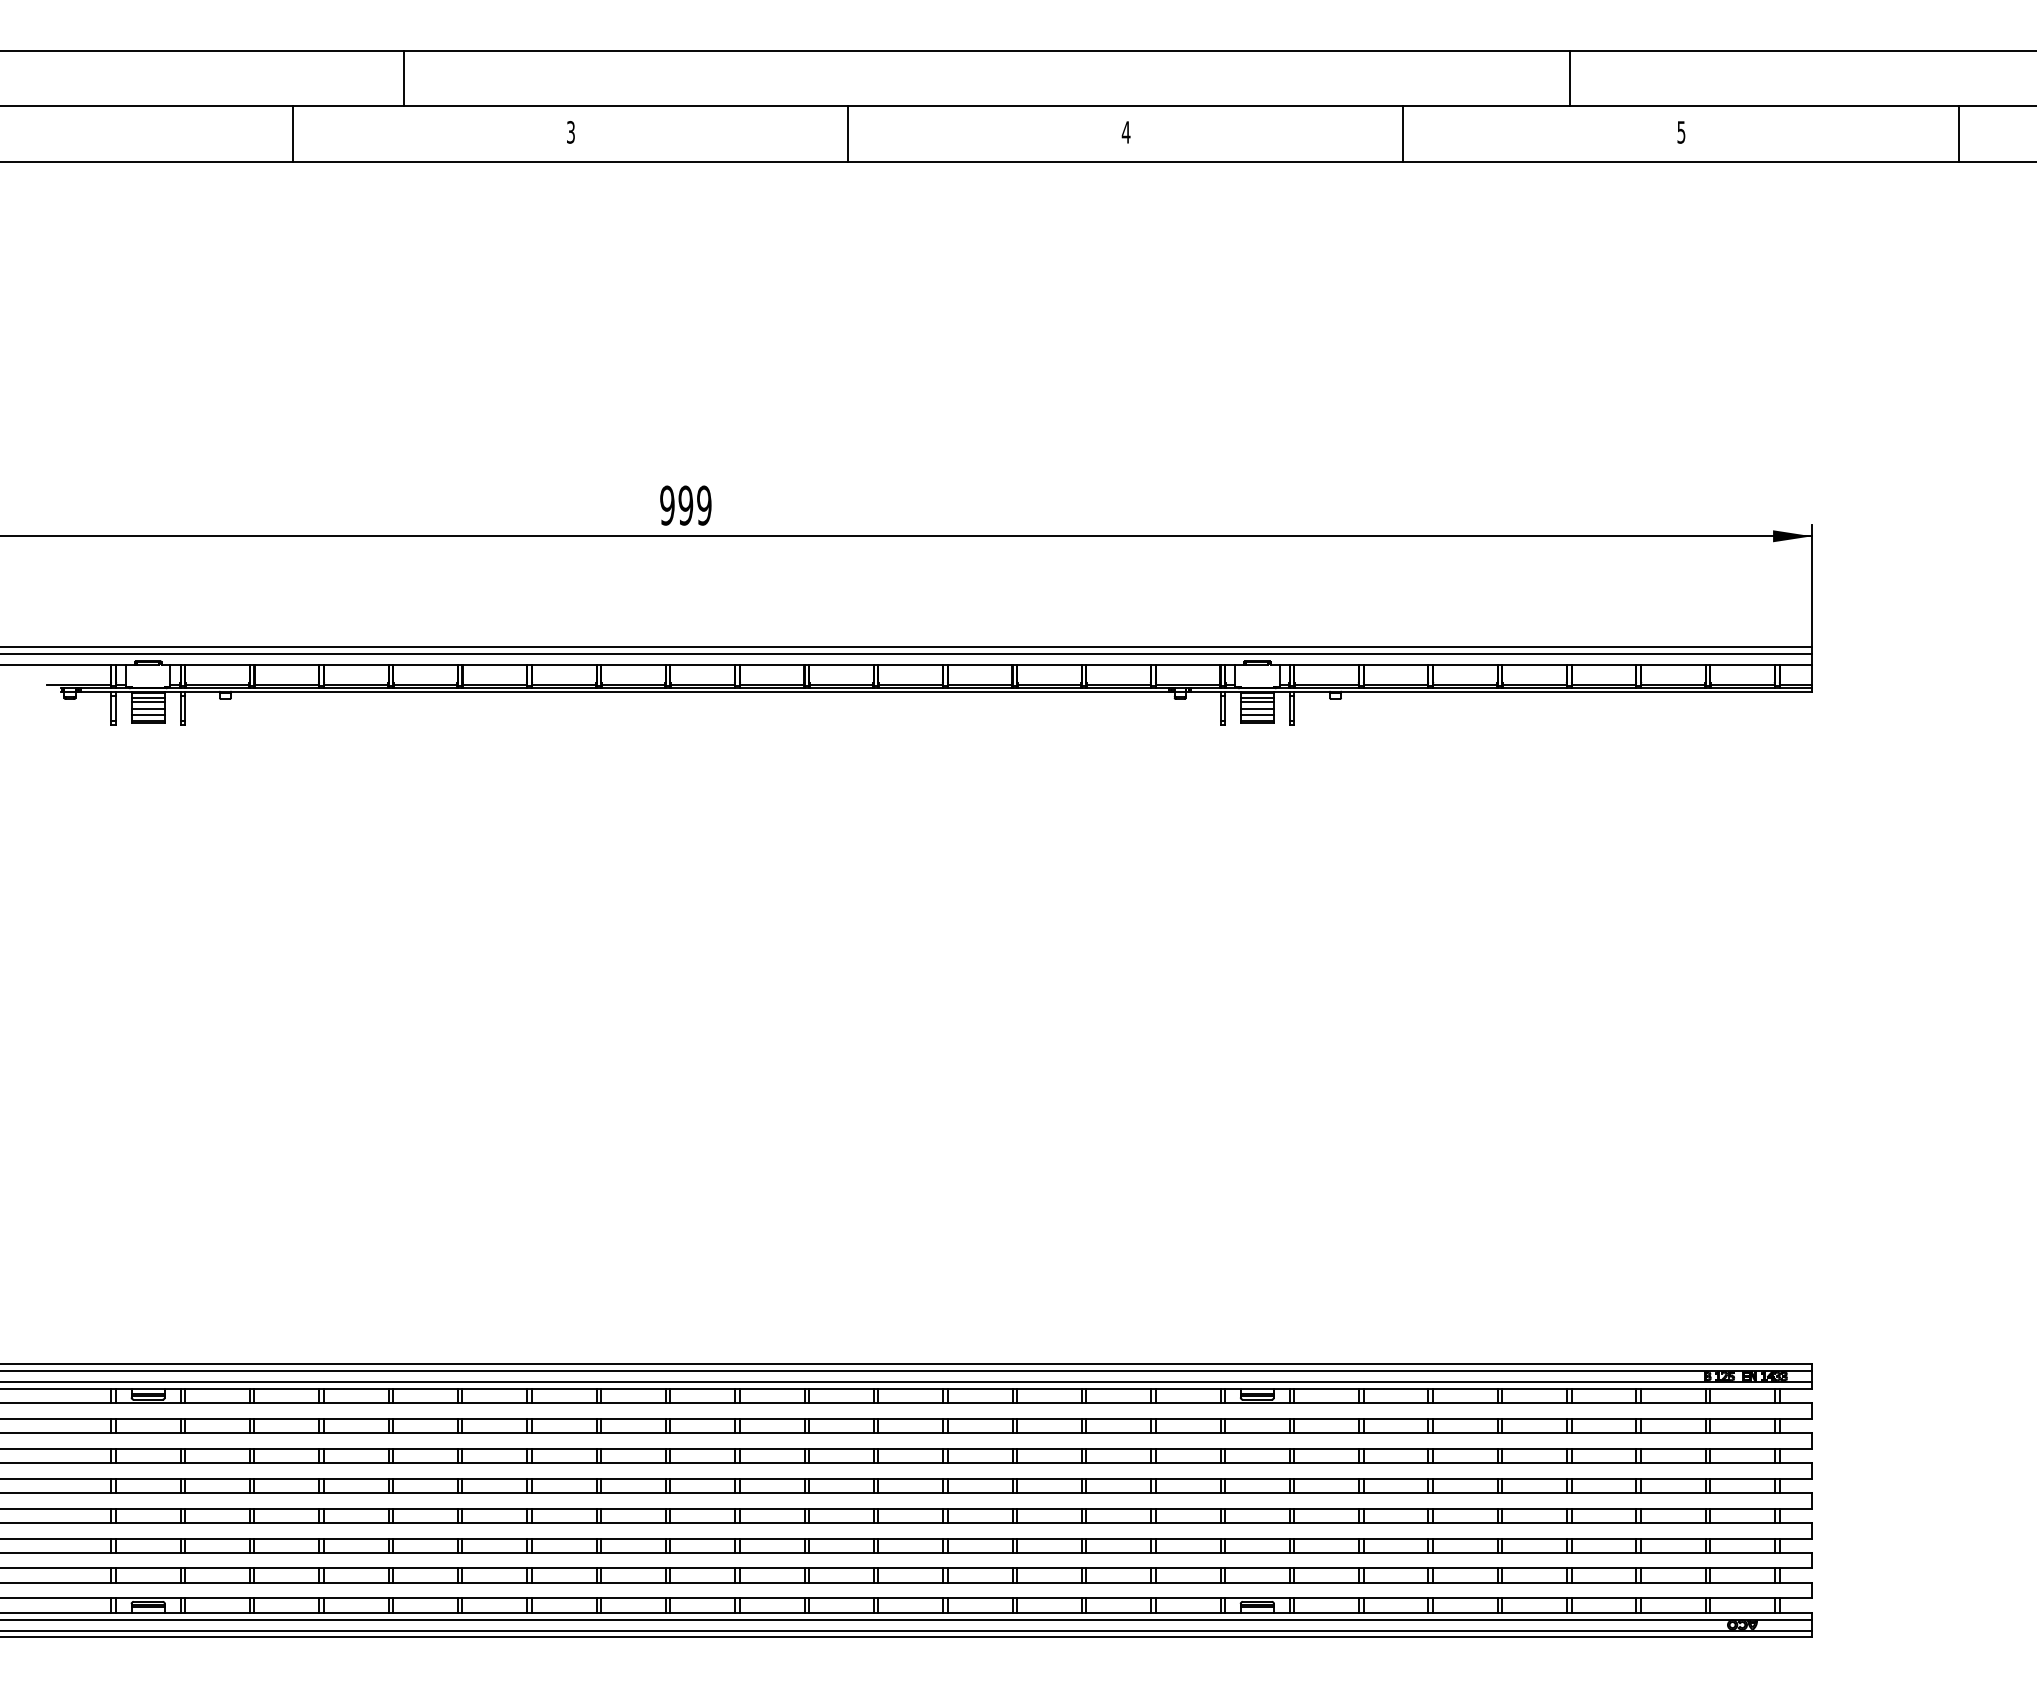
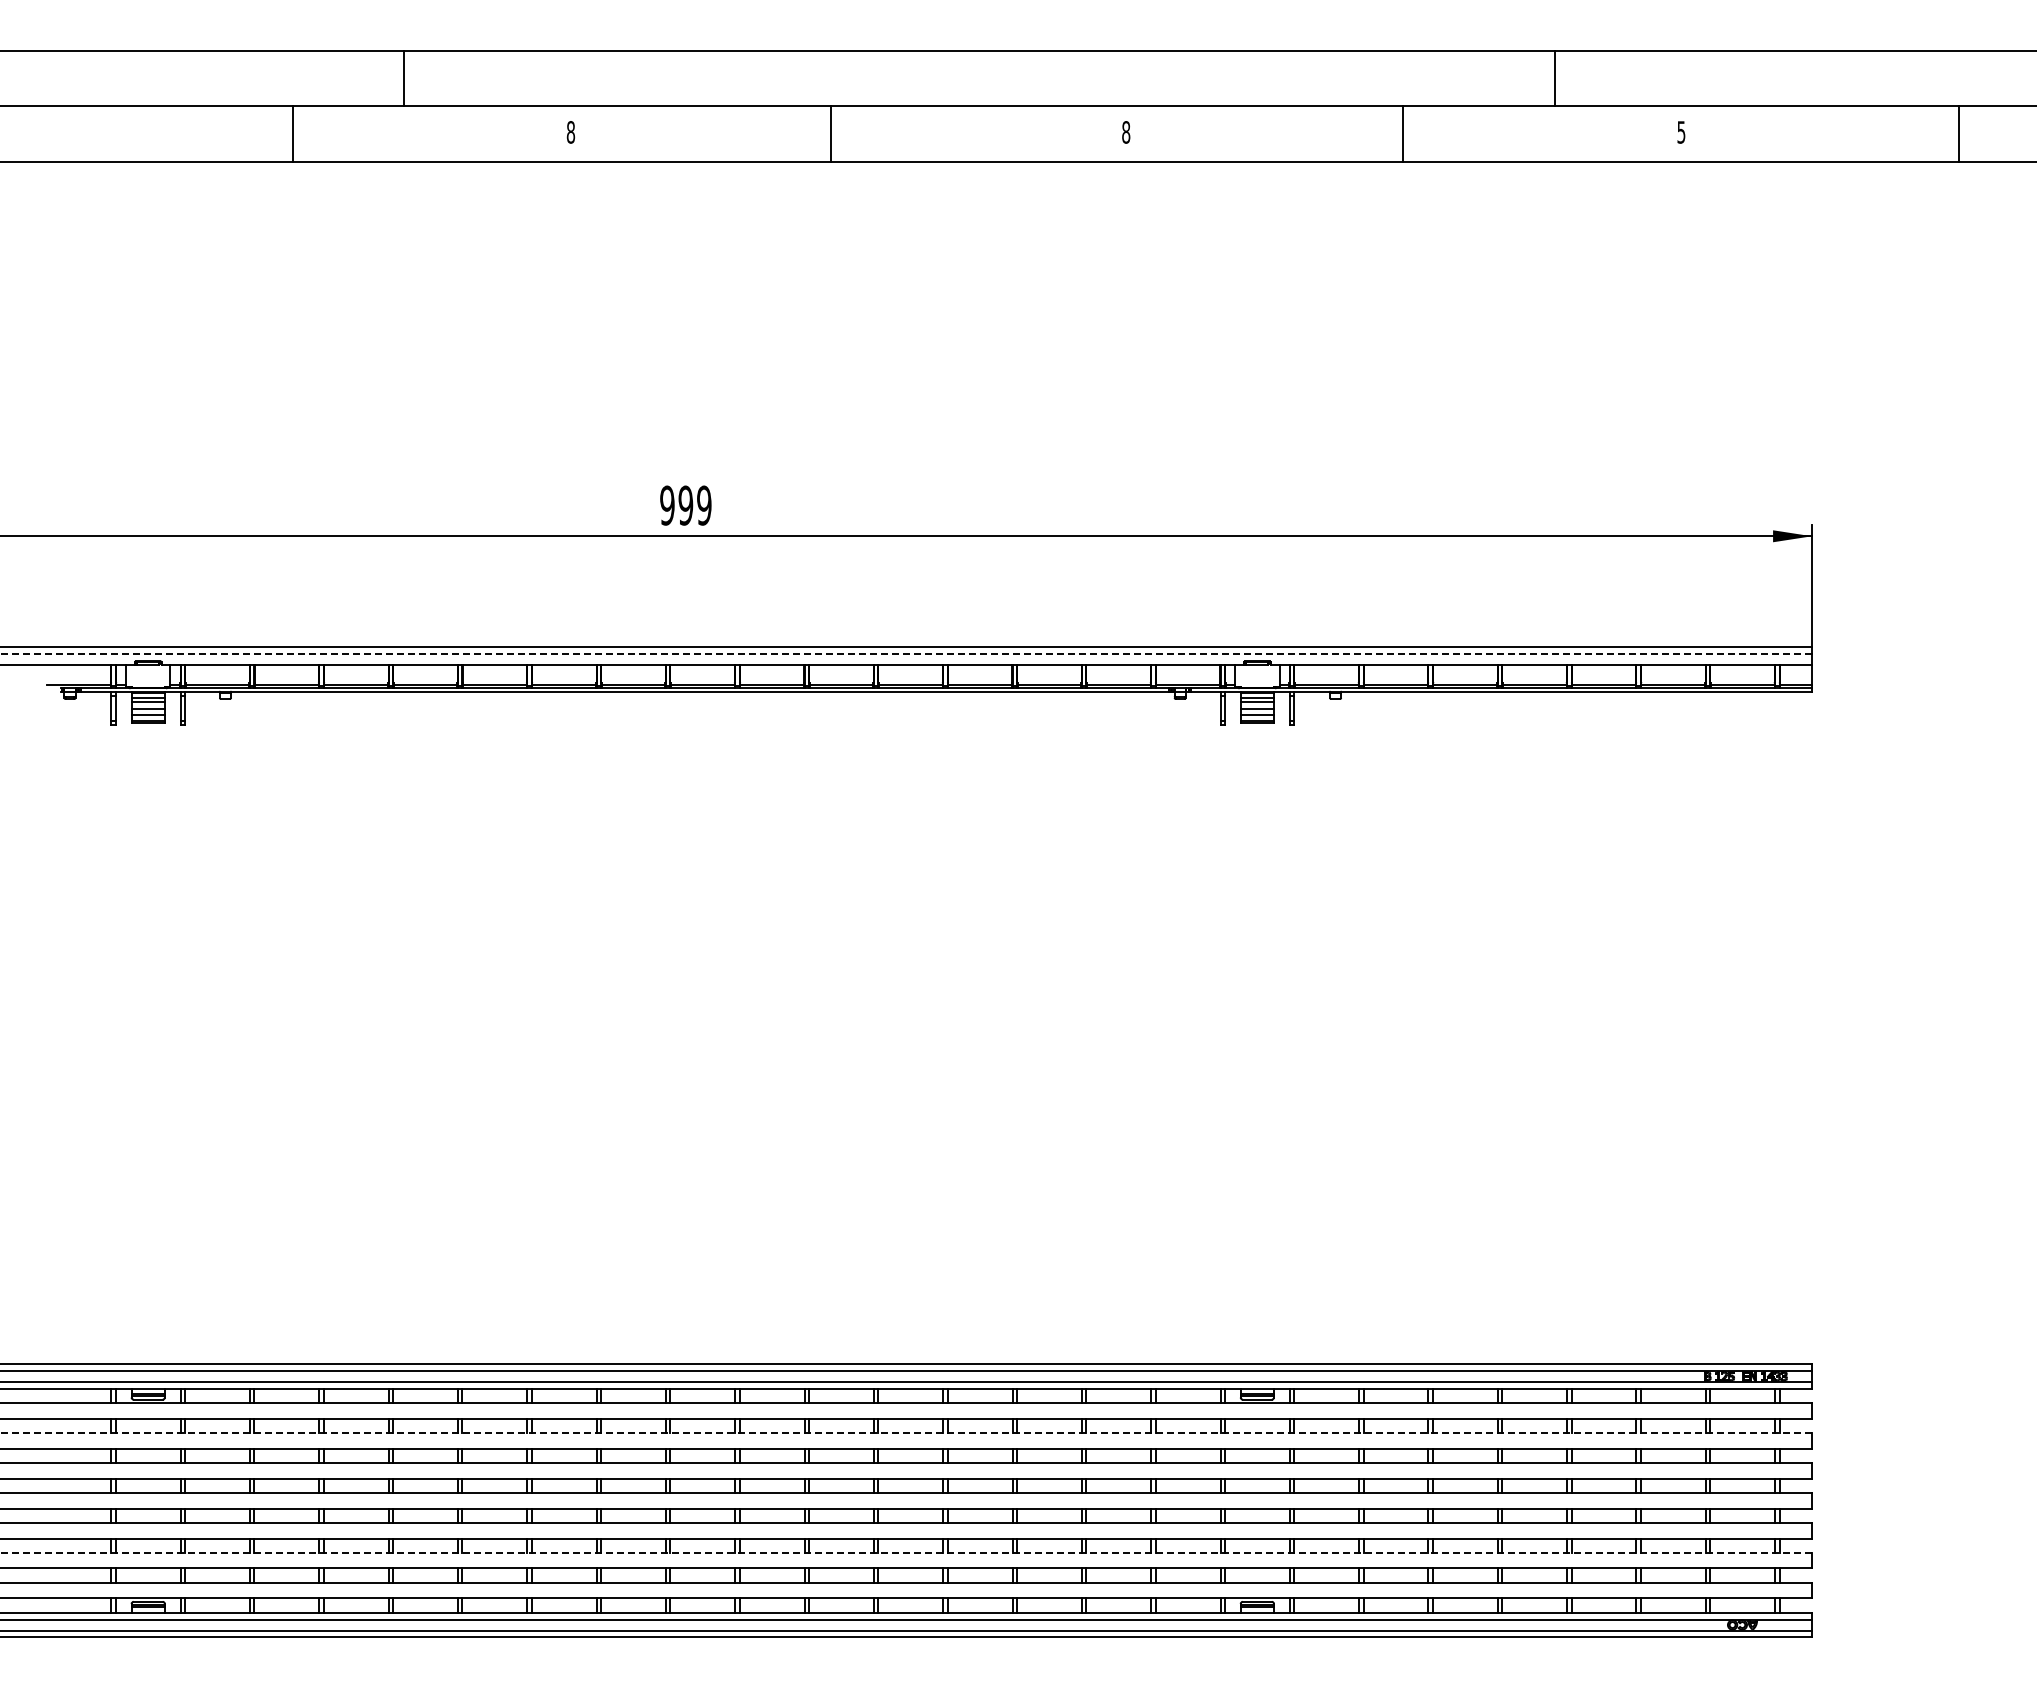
line at (1570, 78) position: (1570, 78) -> (1555, 78)
text at (570, 132): 3 -> 8
text at (1125, 132): 4 -> 8
line at (848, 133) position: (848, 133) -> (831, 133)
line at (906, 653): solid -> dashed
line at (906, 1433): solid -> dashed
line at (906, 1552): solid -> dashed
